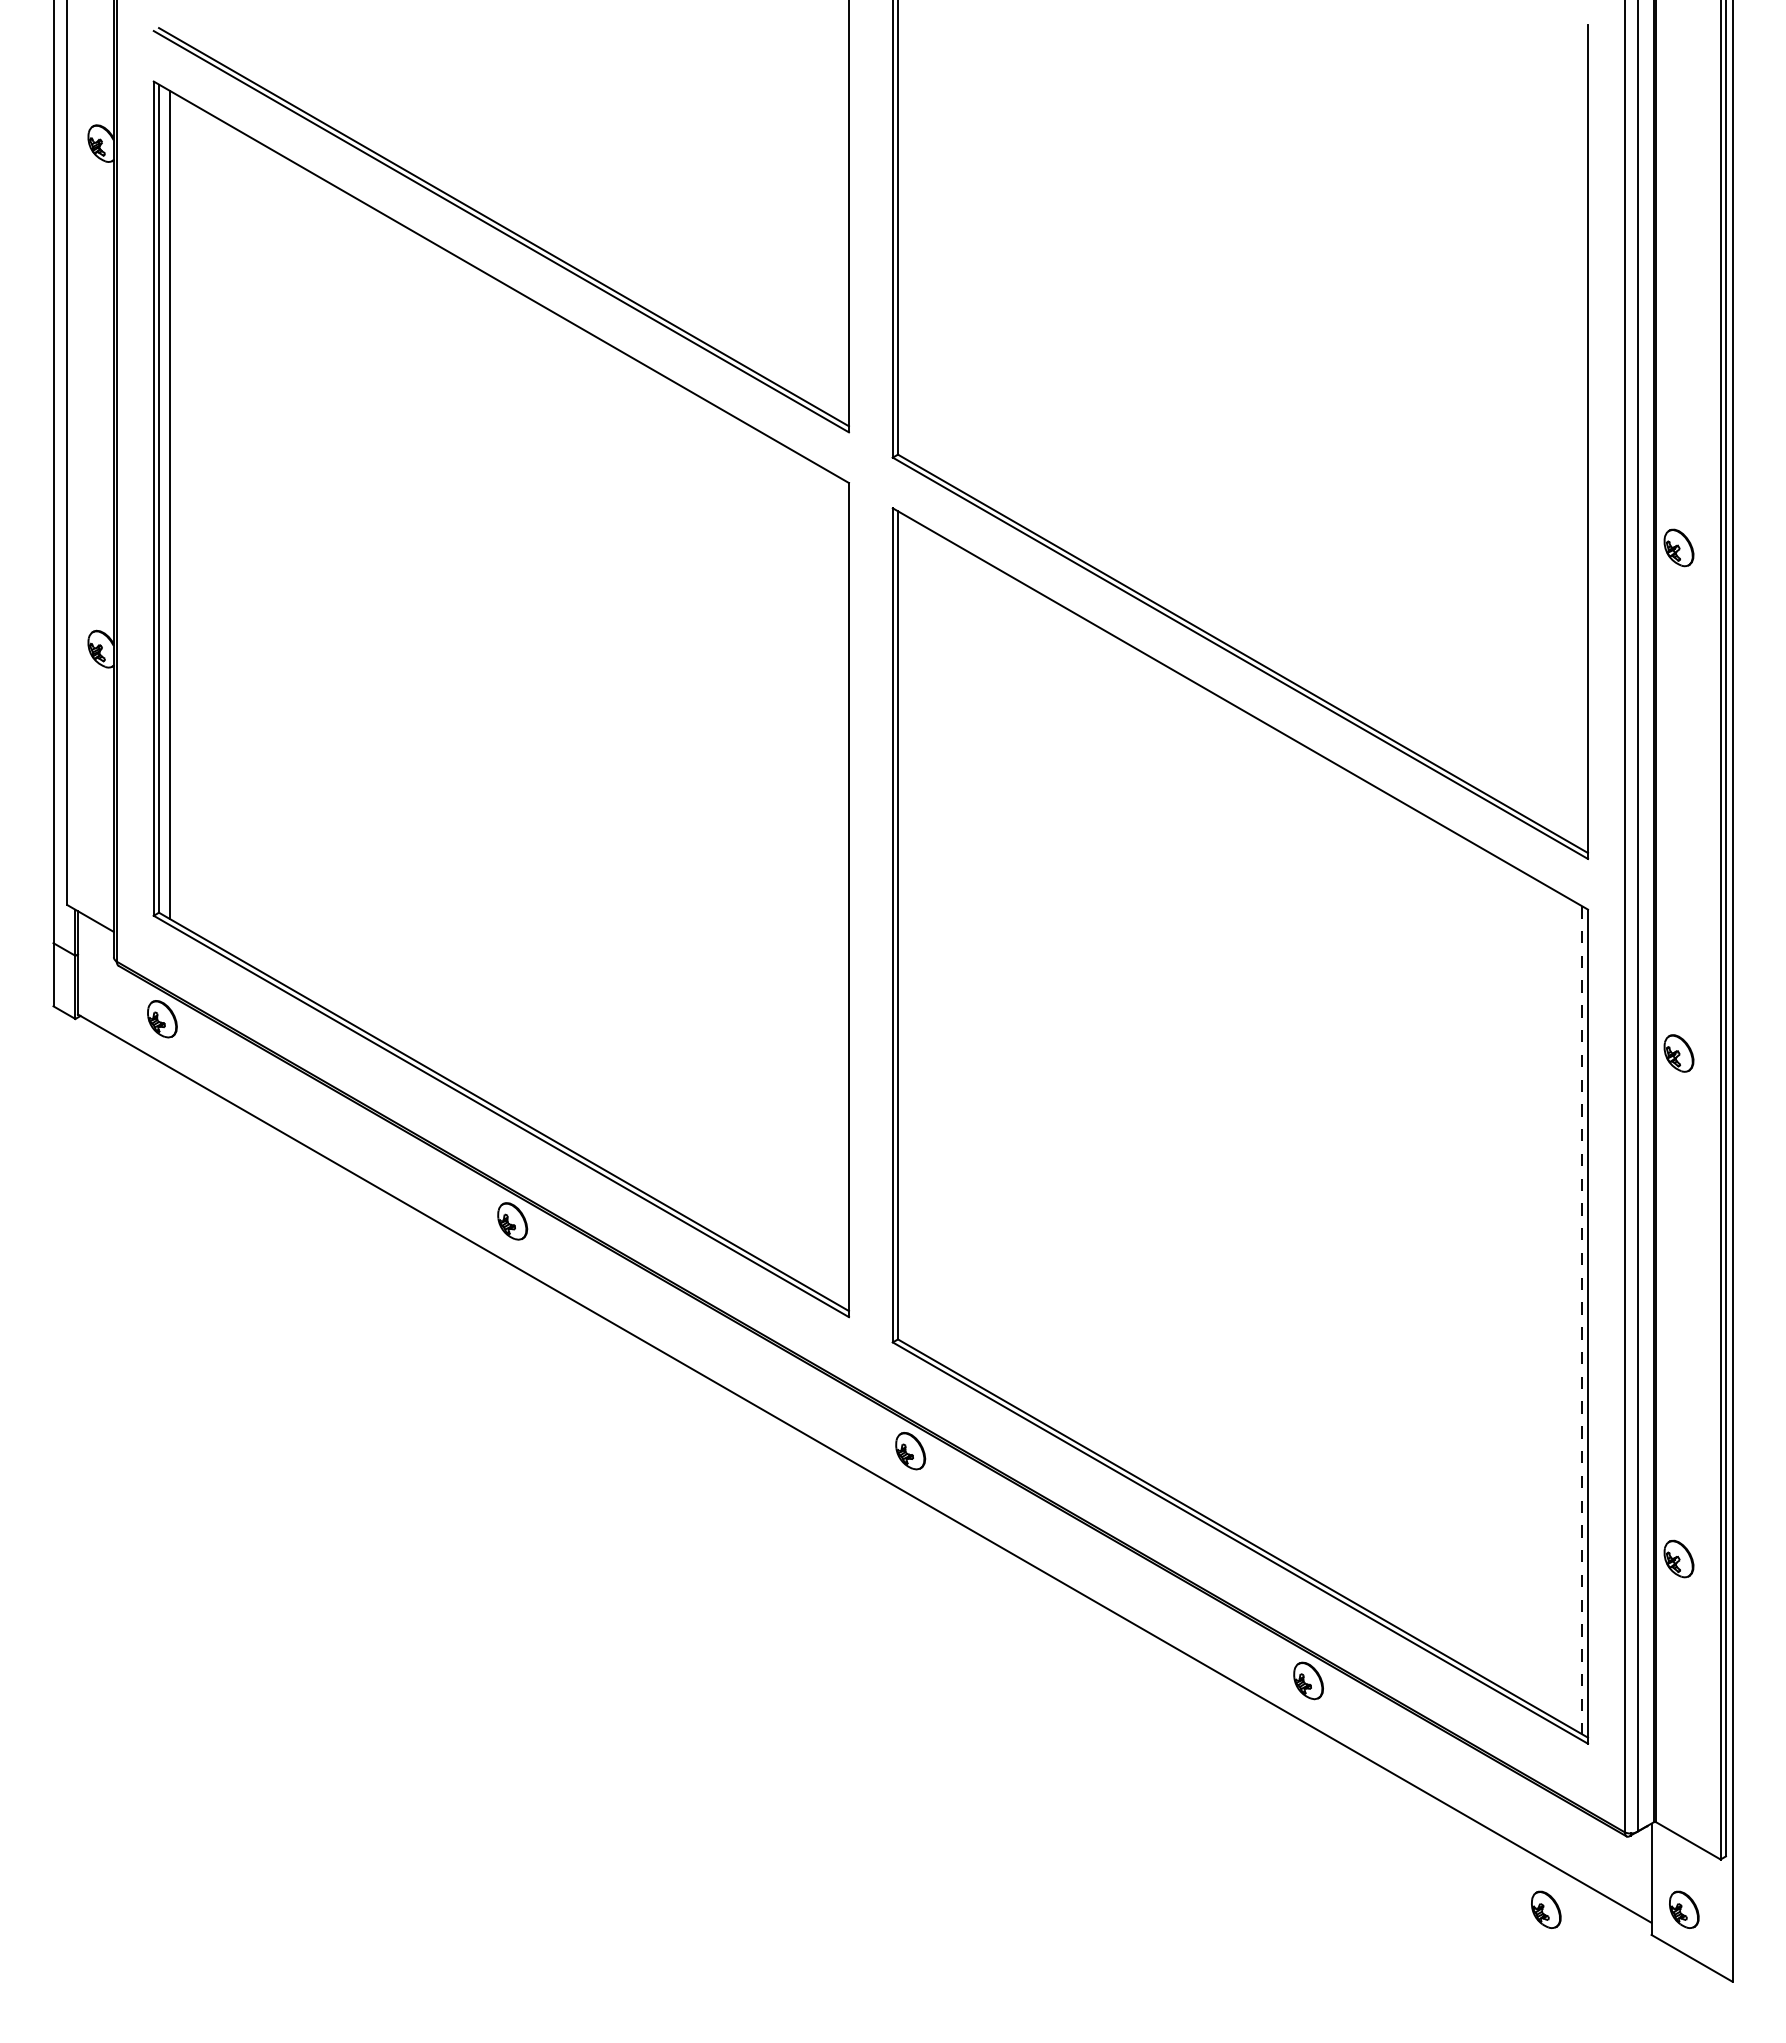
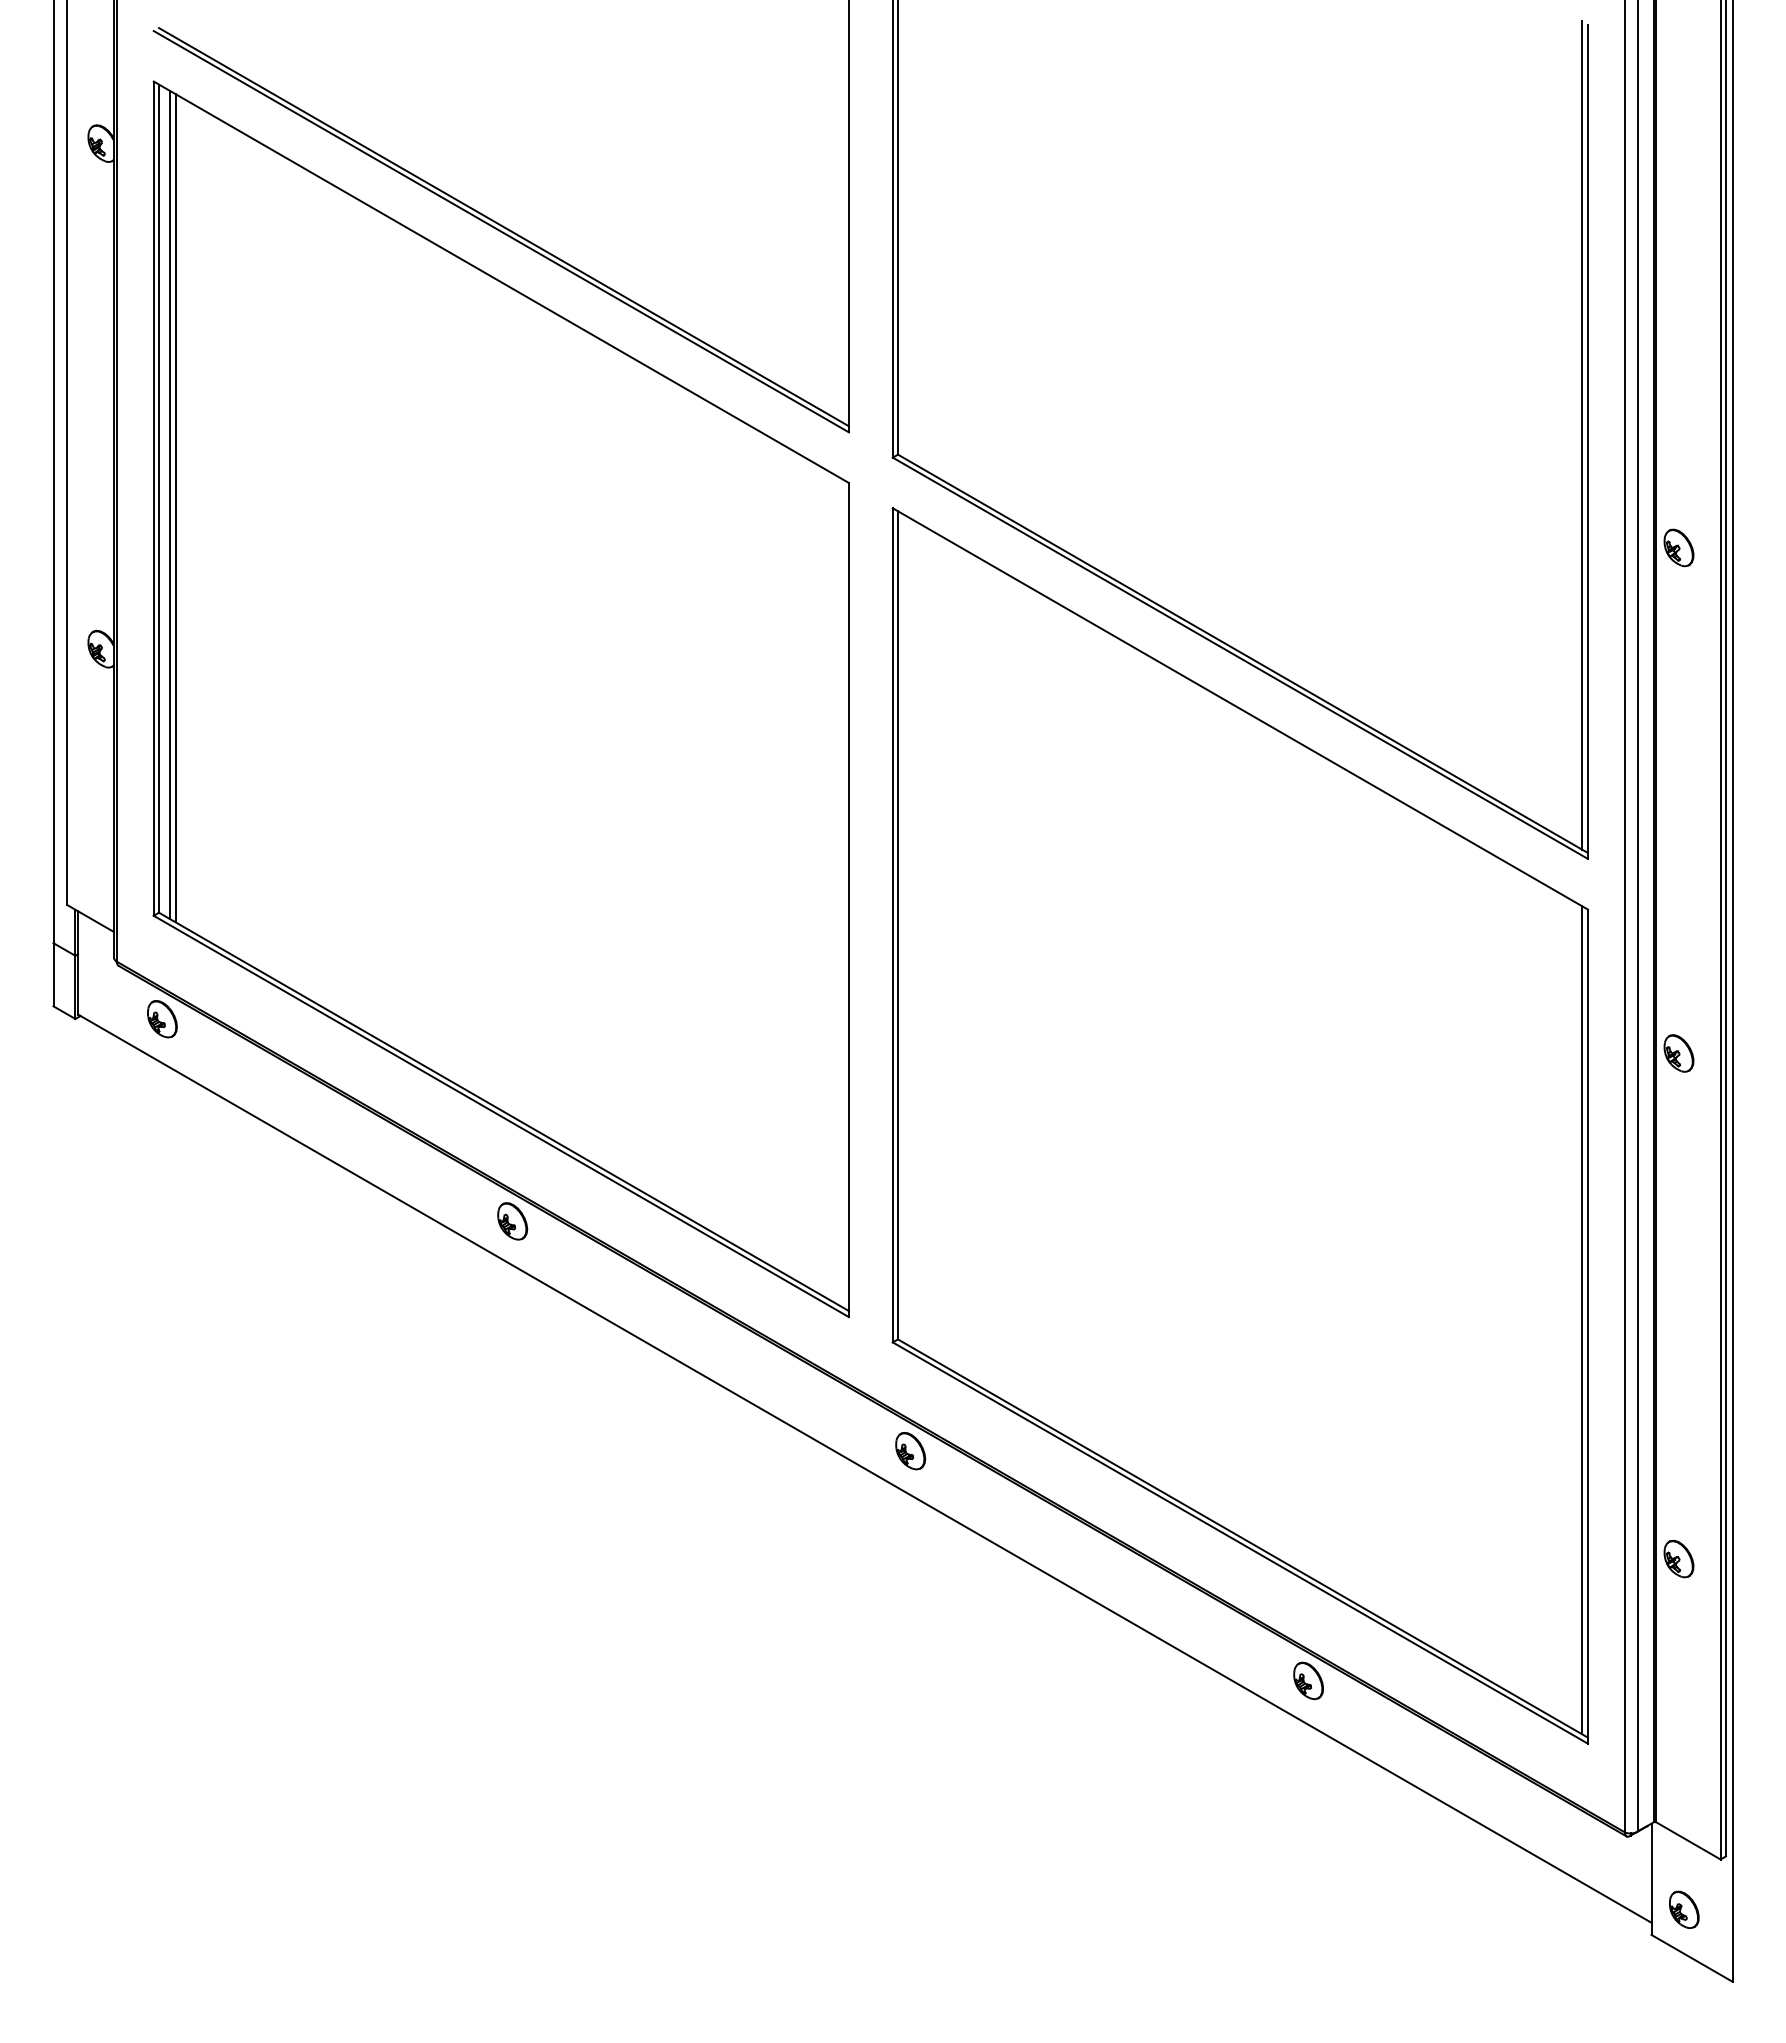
line at (1582, 435): none -> present
line at (175, 508): none -> present
line at (1582, 1320): dashed -> solid
part at (1546, 1909): present -> none
